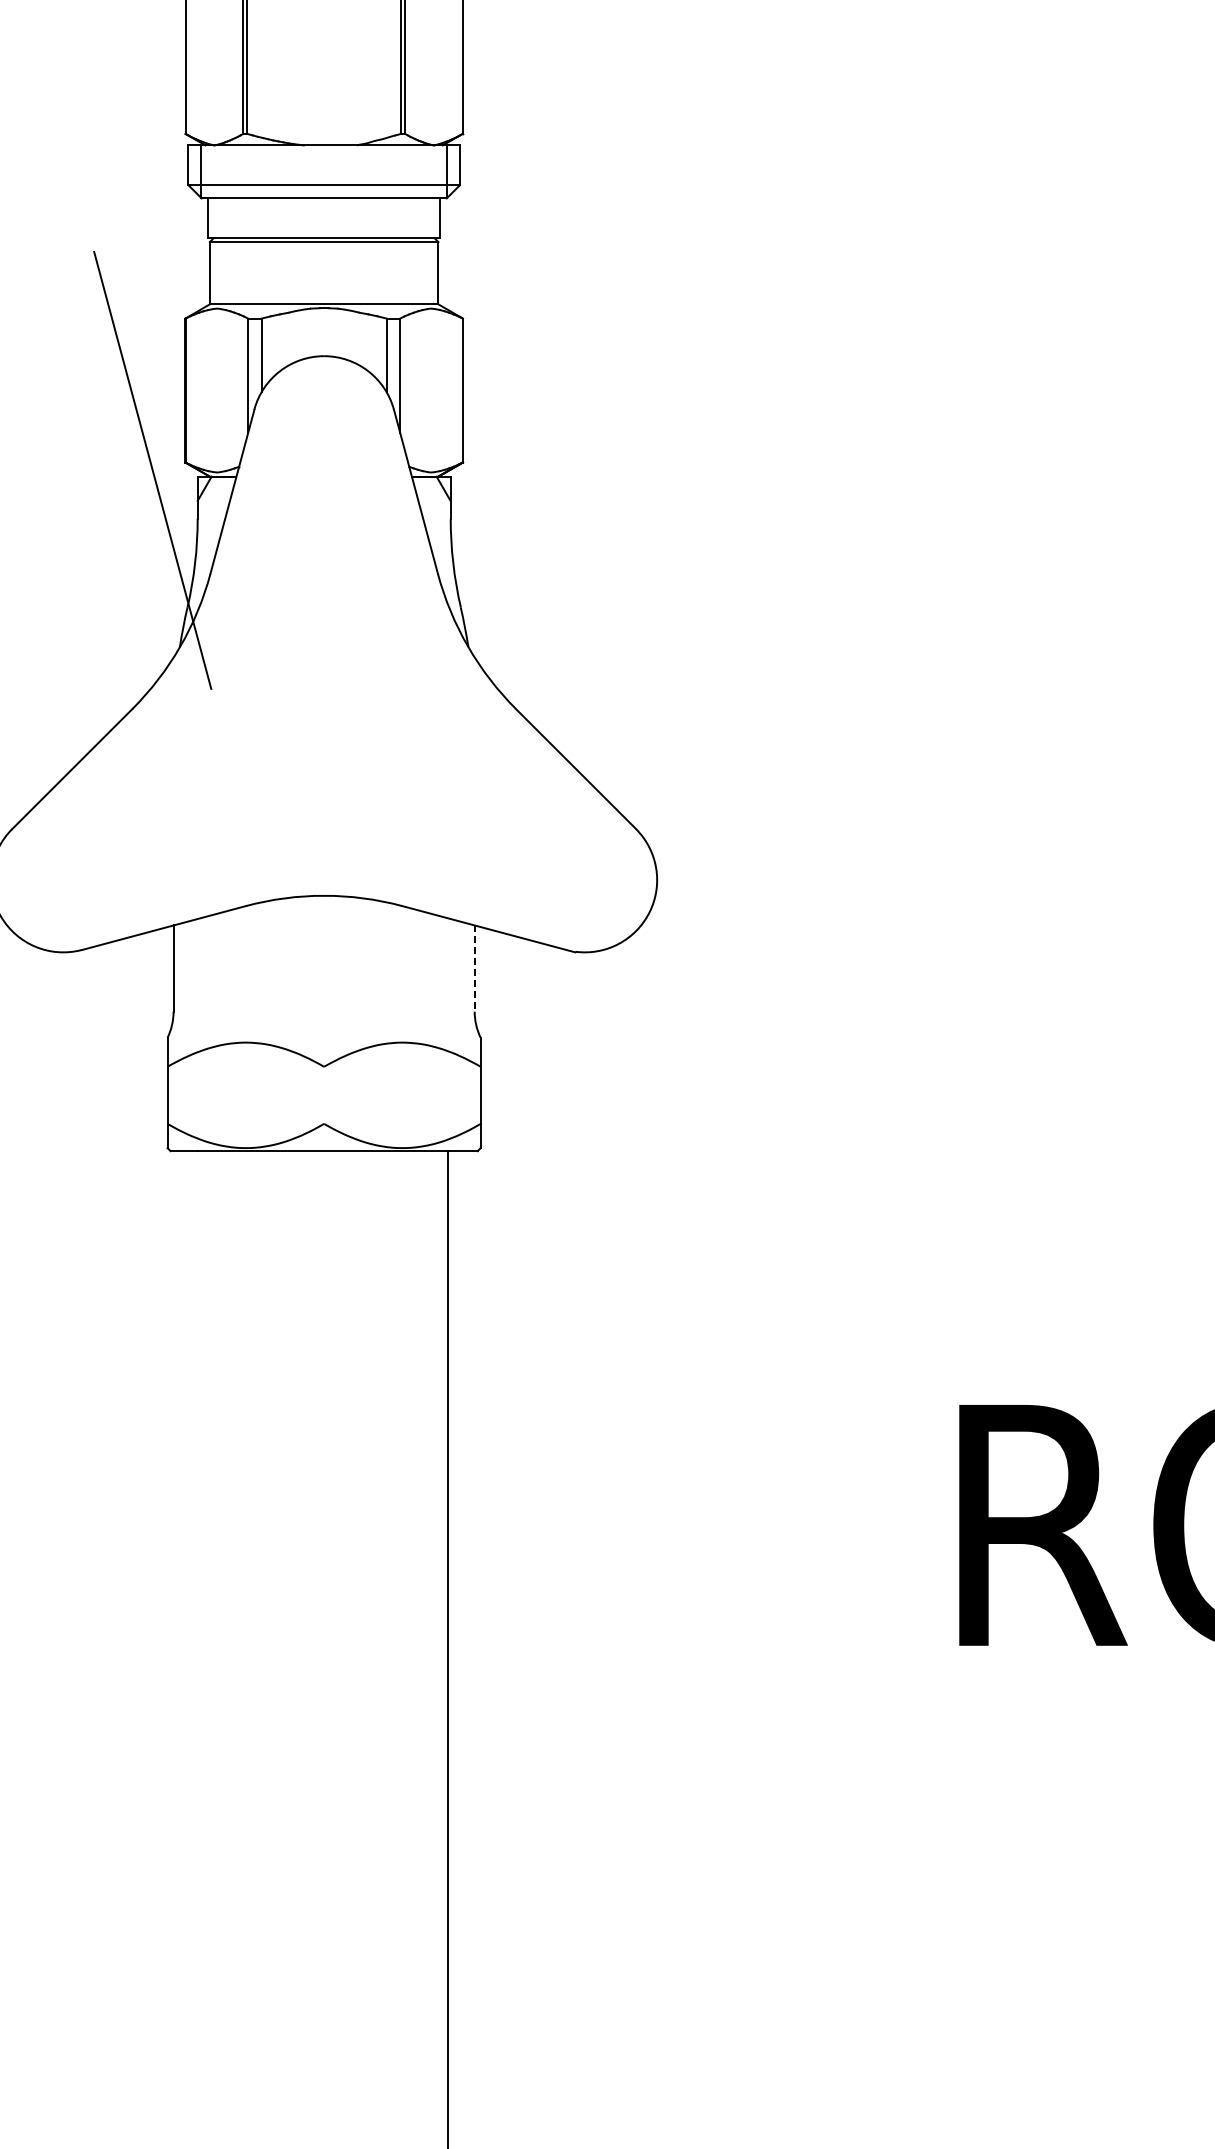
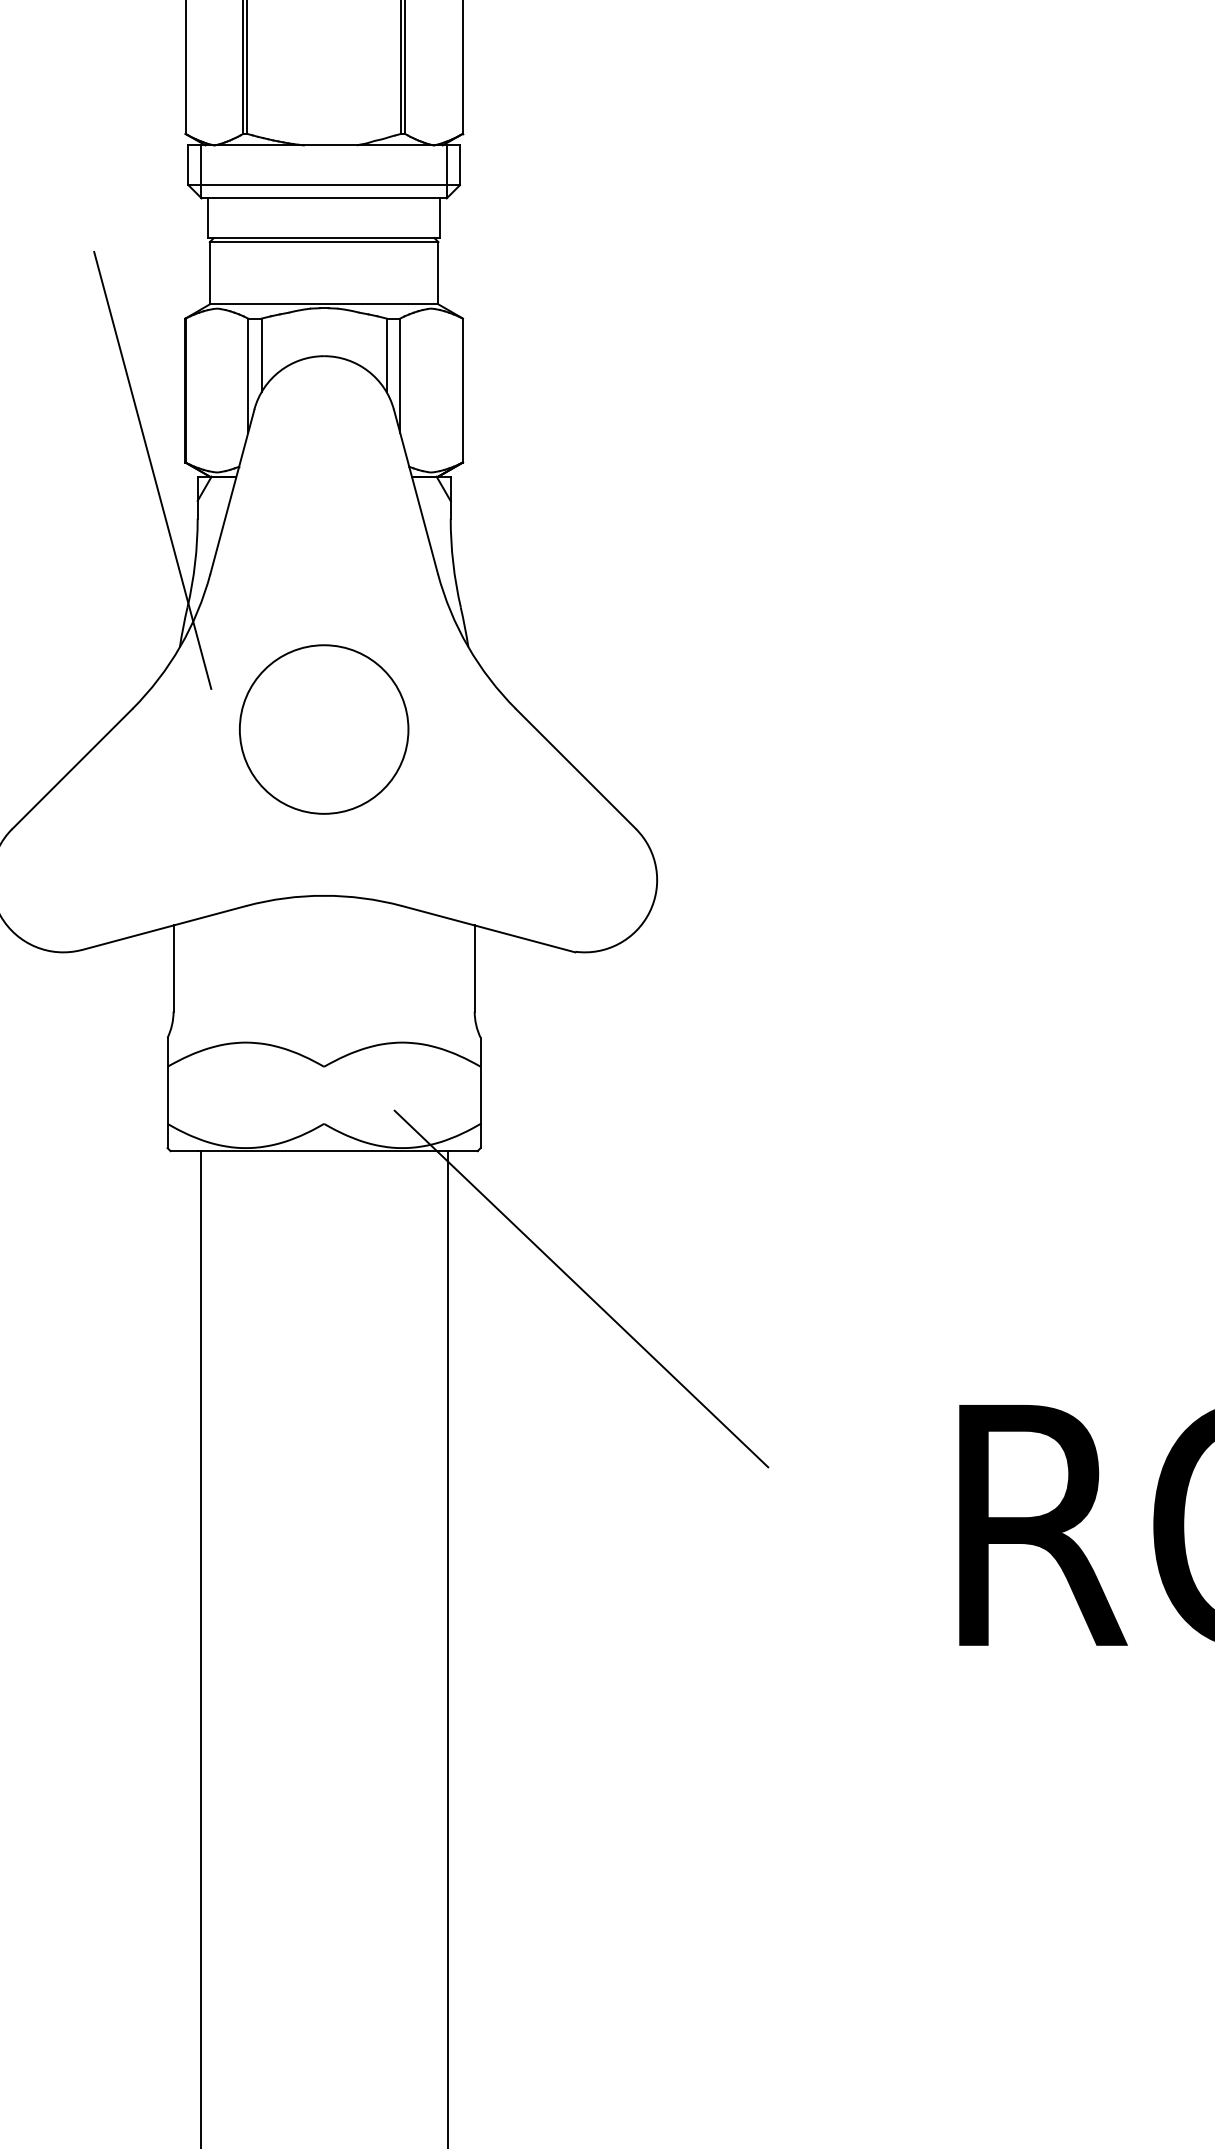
circle at (323, 729): none -> present
line at (474, 969): dashed -> solid
line at (581, 1288): none -> present
line at (200, 1648): none -> present
